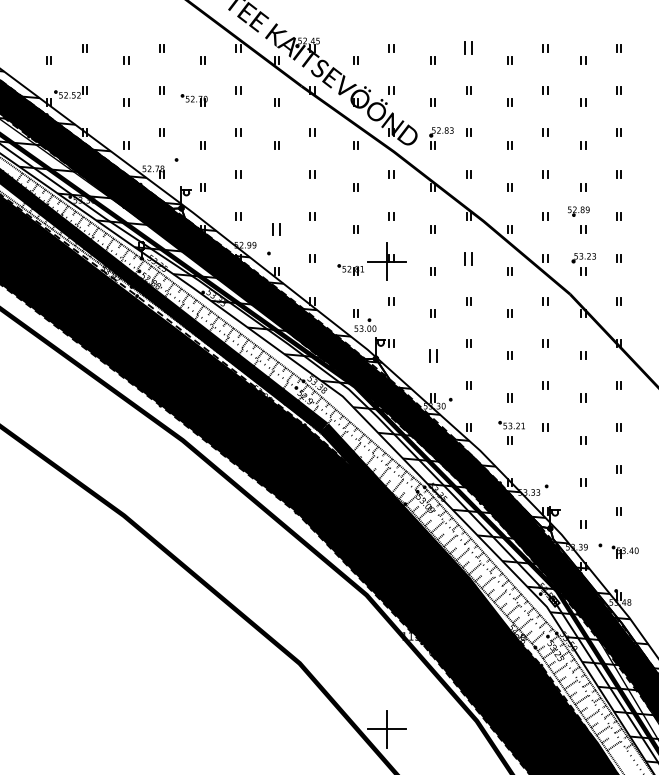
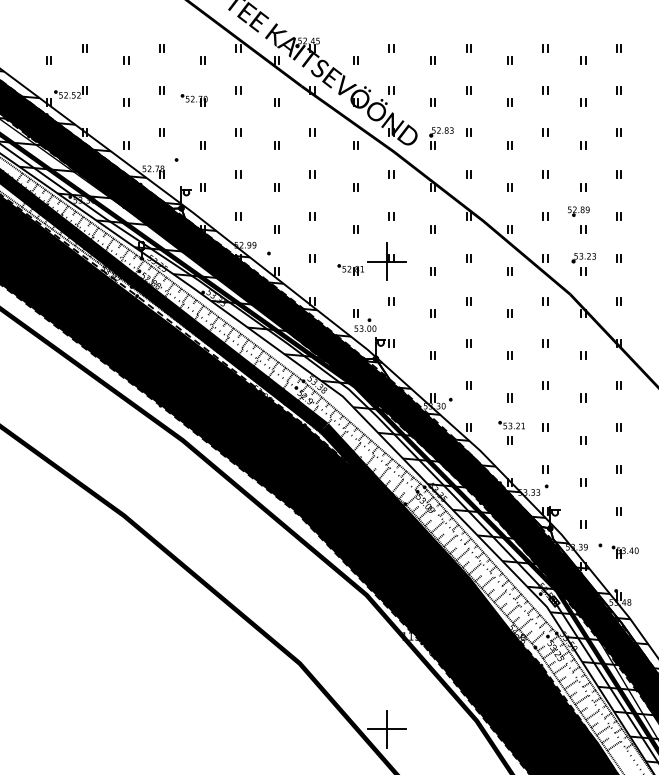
part at (468, 47) size: 9x14 px -> 6x9 px
part at (276, 187): none -> present
part at (276, 229) size: 9x13 px -> 6x9 px
part at (468, 258) size: 9x14 px -> 6x9 px
part at (433, 355) size: 9x14 px -> 6x9 px
part at (545, 469): none -> present
